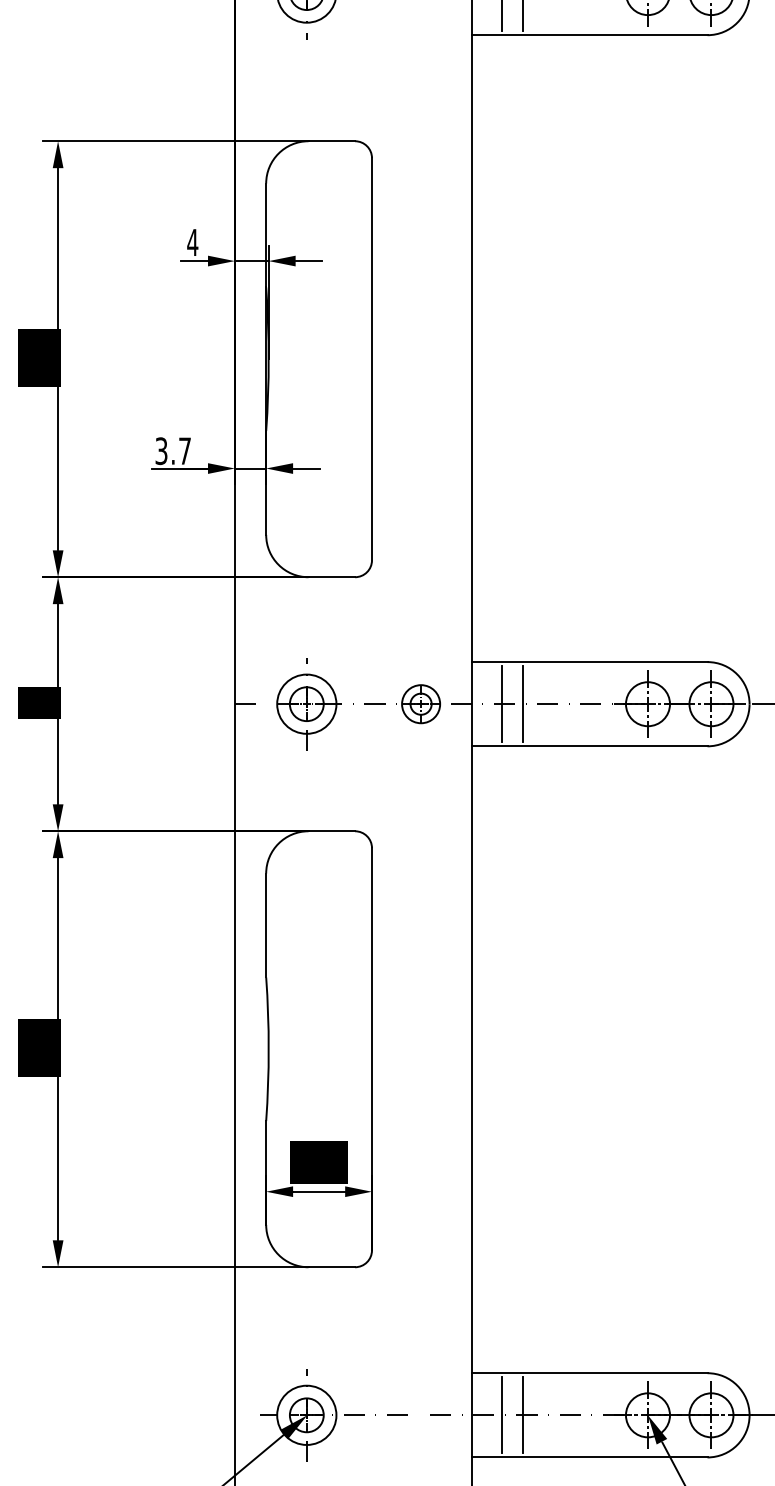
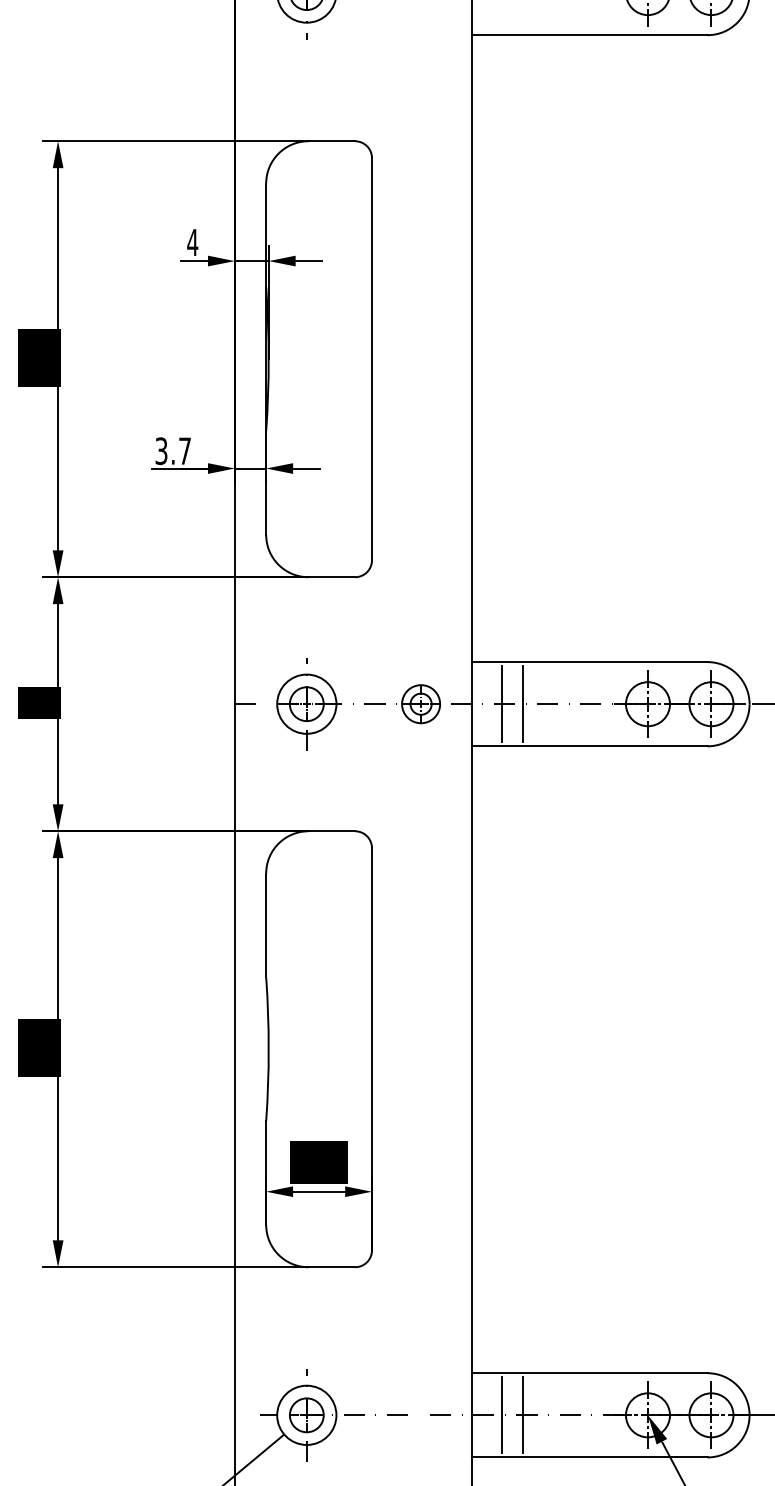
line at (501, 16): present -> none
line at (522, 16): present -> none
fill at (293, 1427): present -> none
